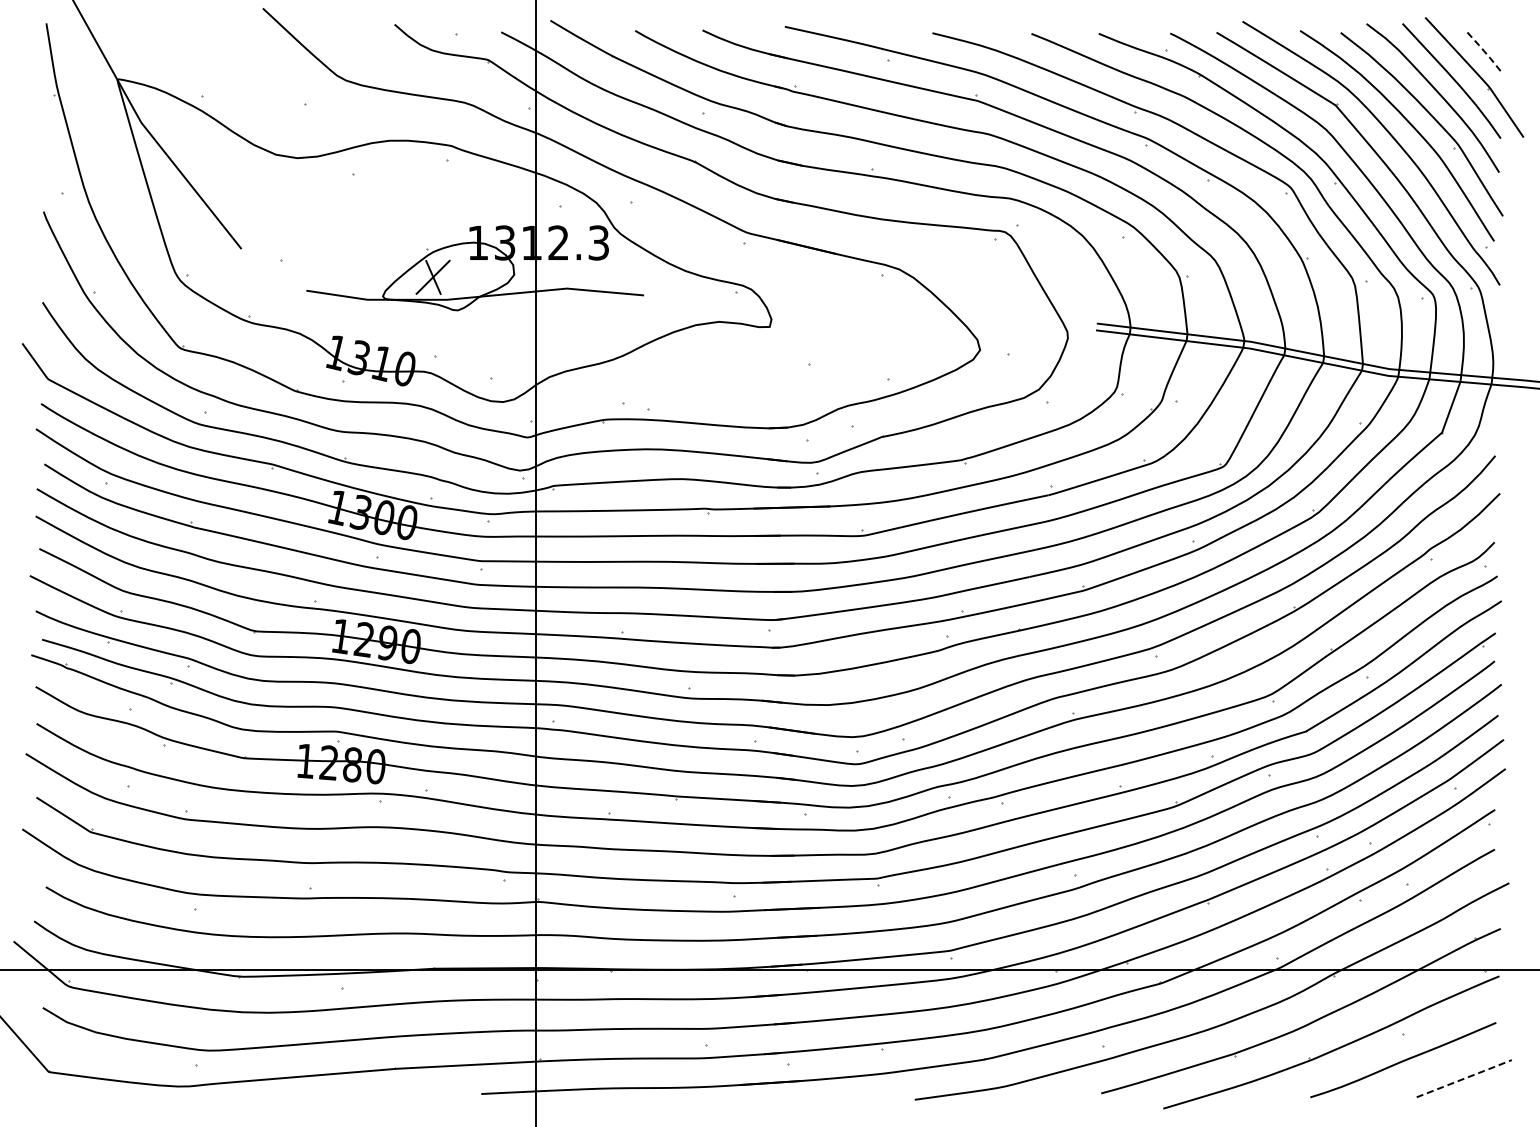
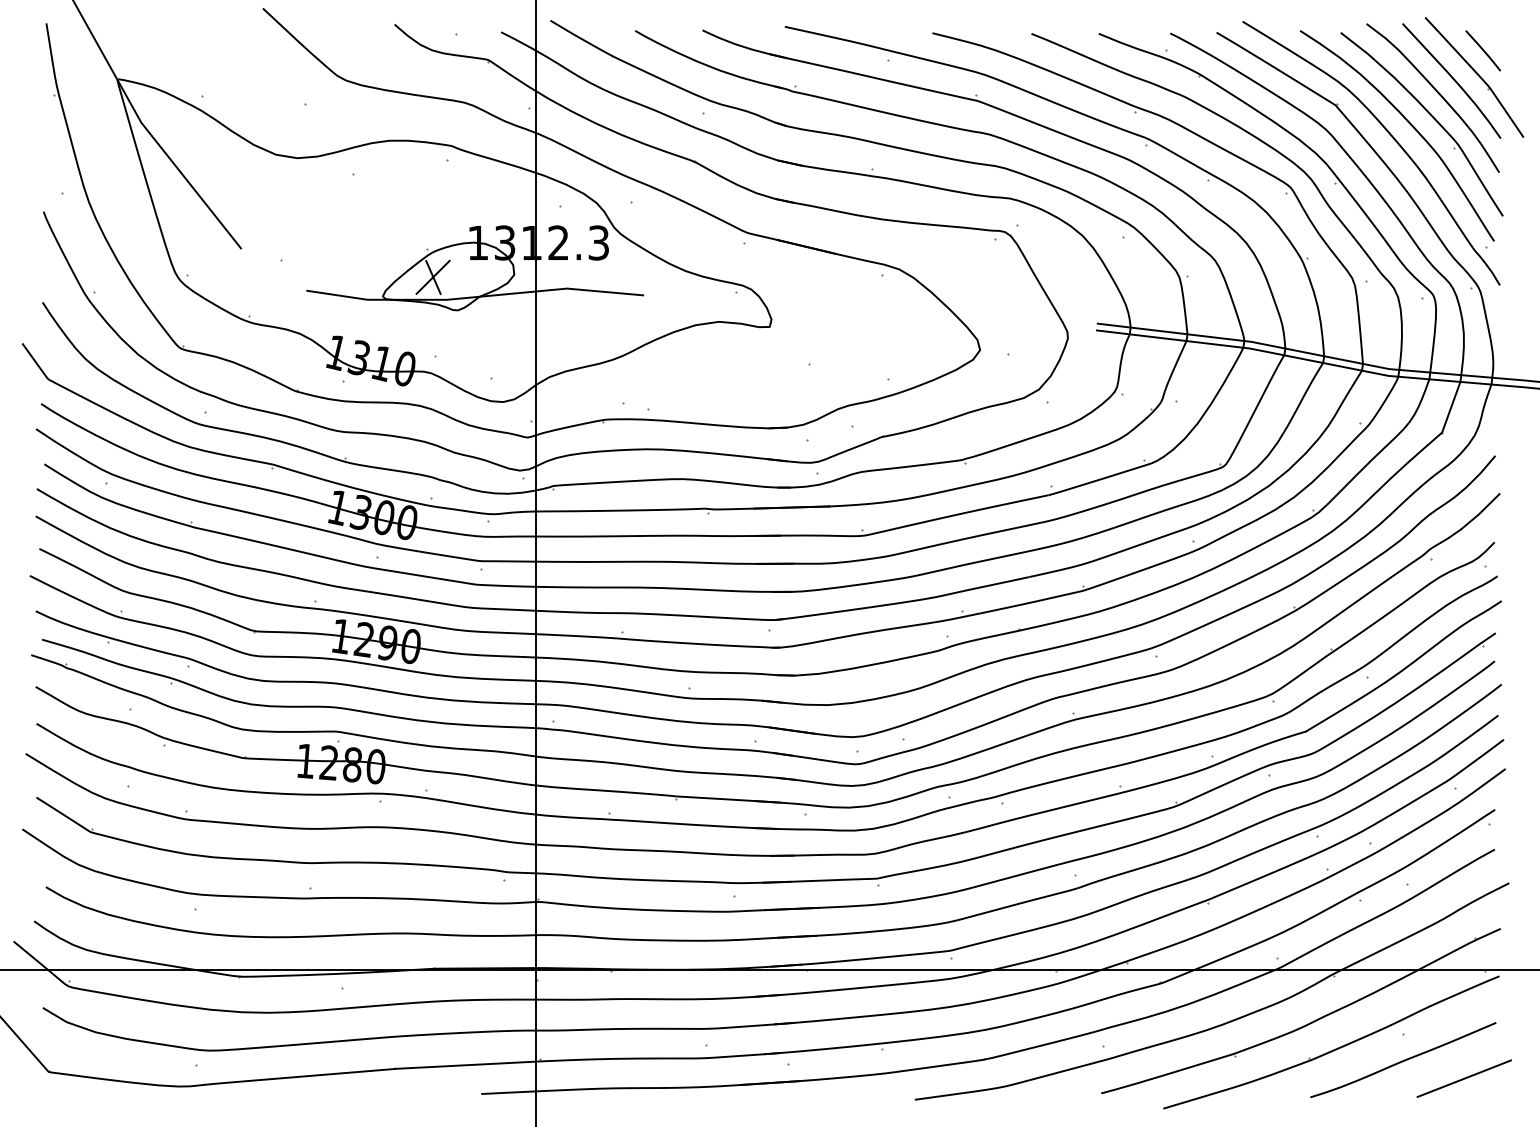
line at (1483, 50): dashed -> solid
line at (1464, 1078): dashed -> solid
